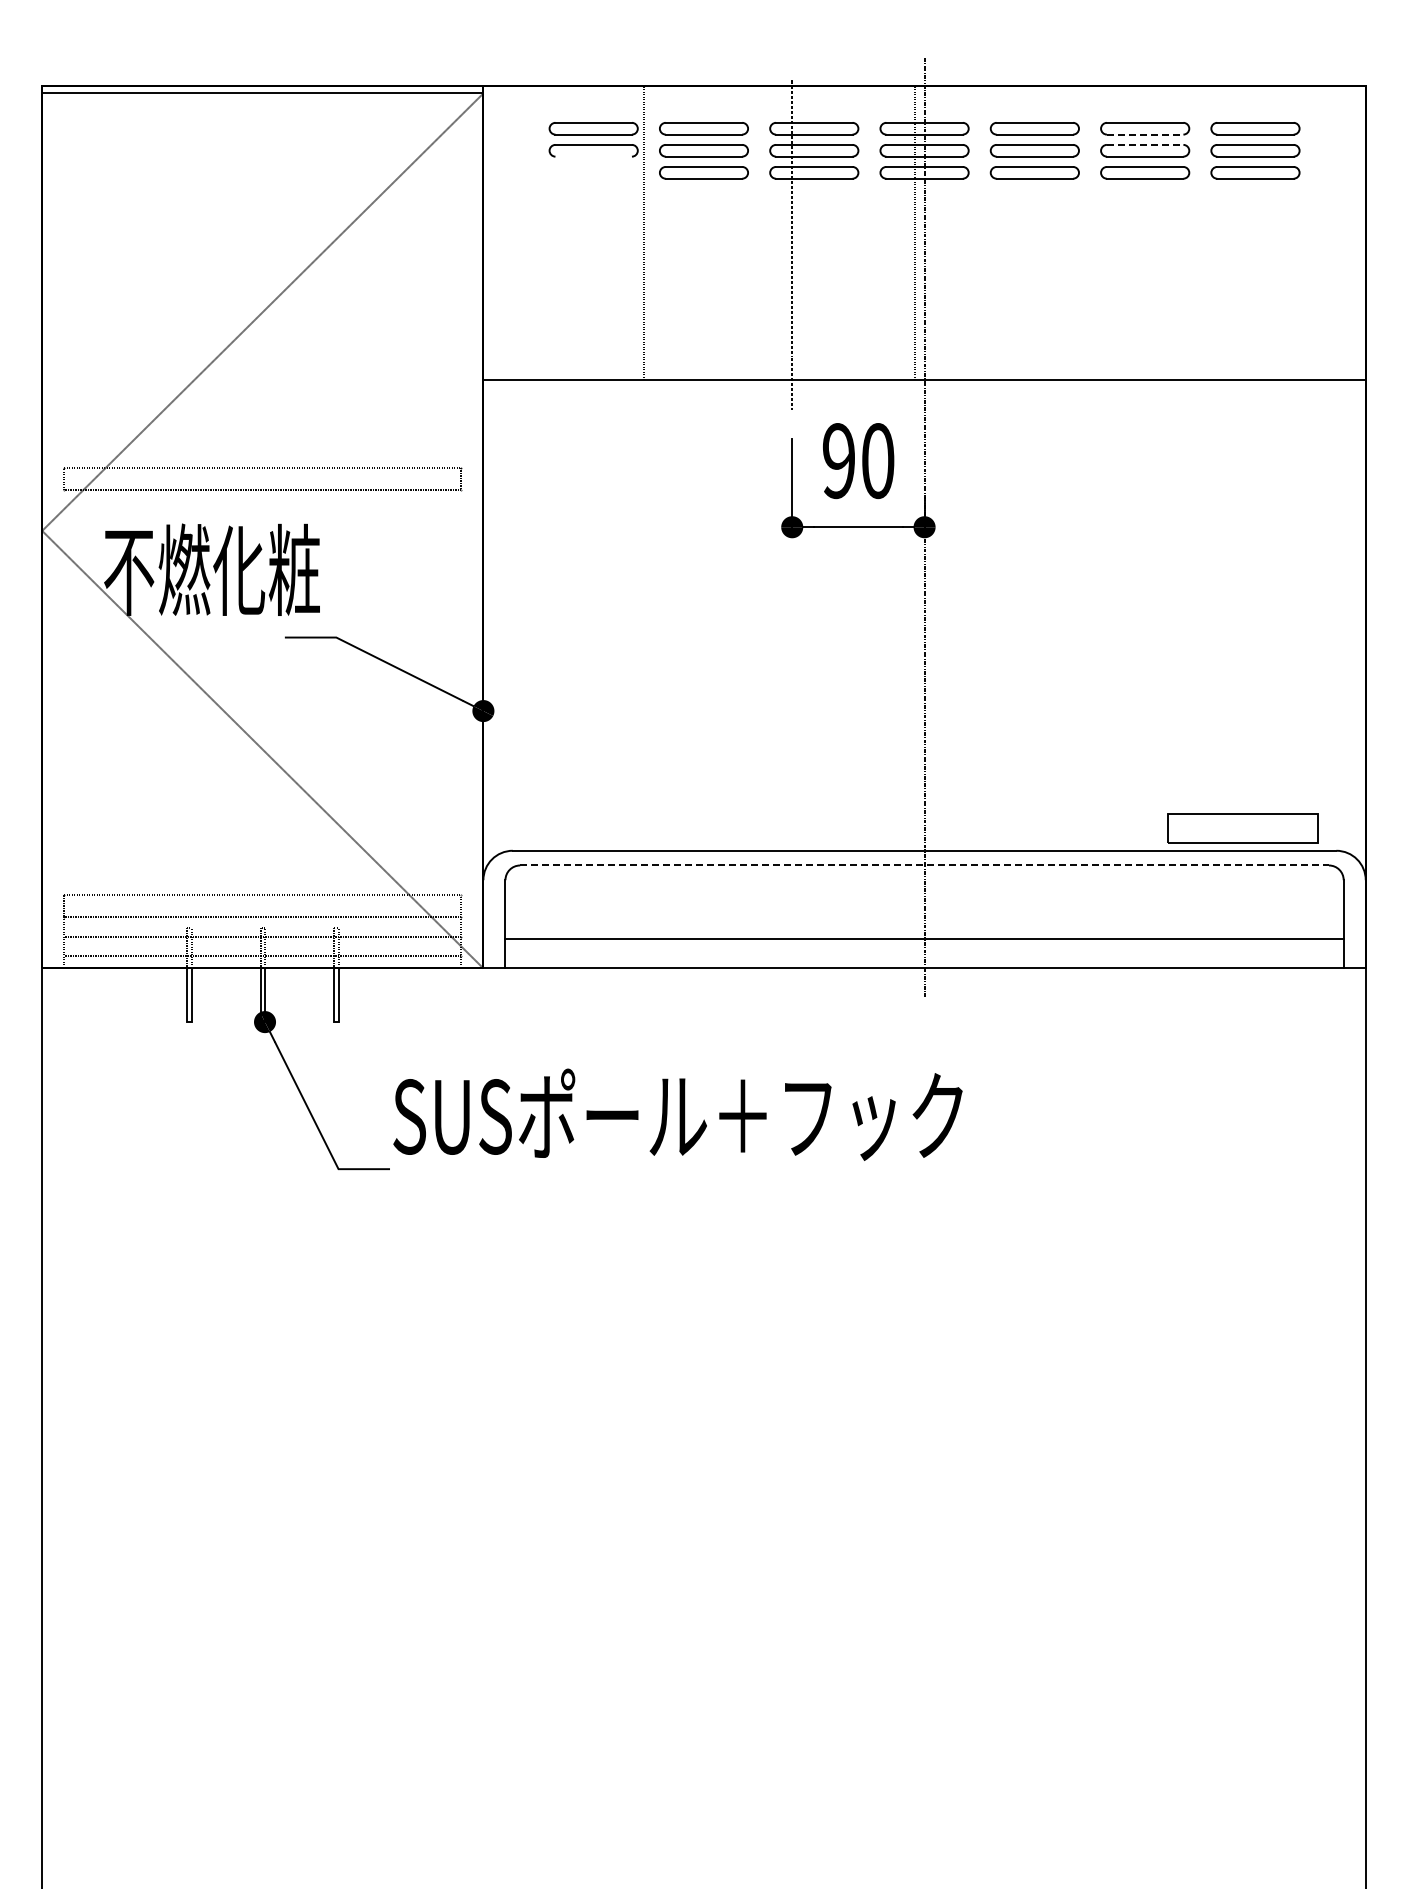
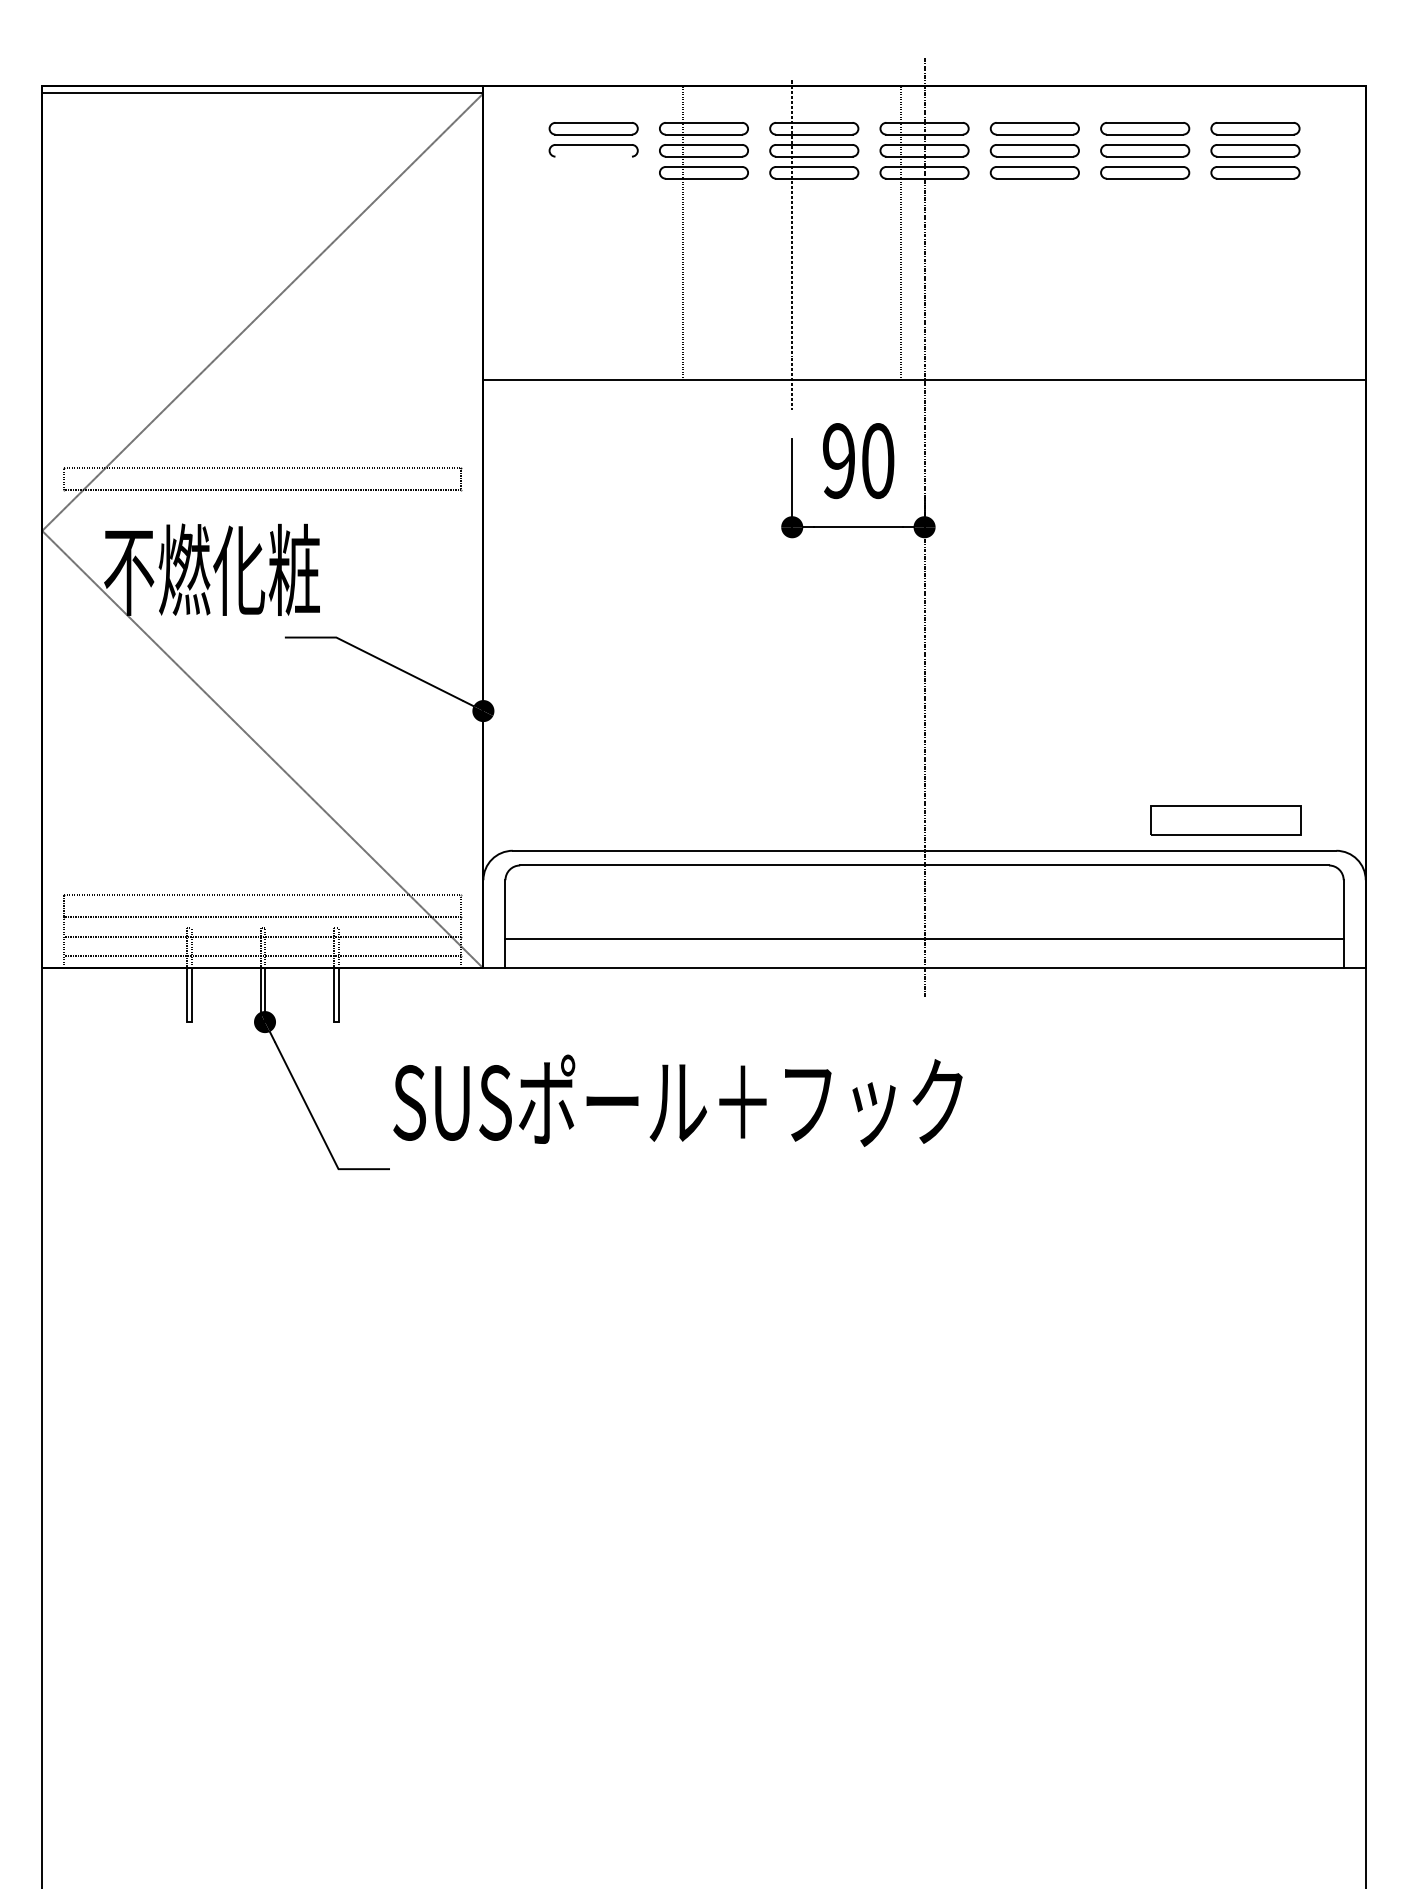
line at (1145, 134): dashed -> solid
line at (1145, 144): dashed -> solid
line at (644, 233) position: (644, 233) -> (683, 233)
line at (915, 233) position: (915, 233) -> (901, 233)
part at (1242, 828) position: (1242, 828) -> (1225, 820)
line at (925, 865): dashed -> solid
text at (677, 1114) position: (677, 1114) -> (677, 1100)
